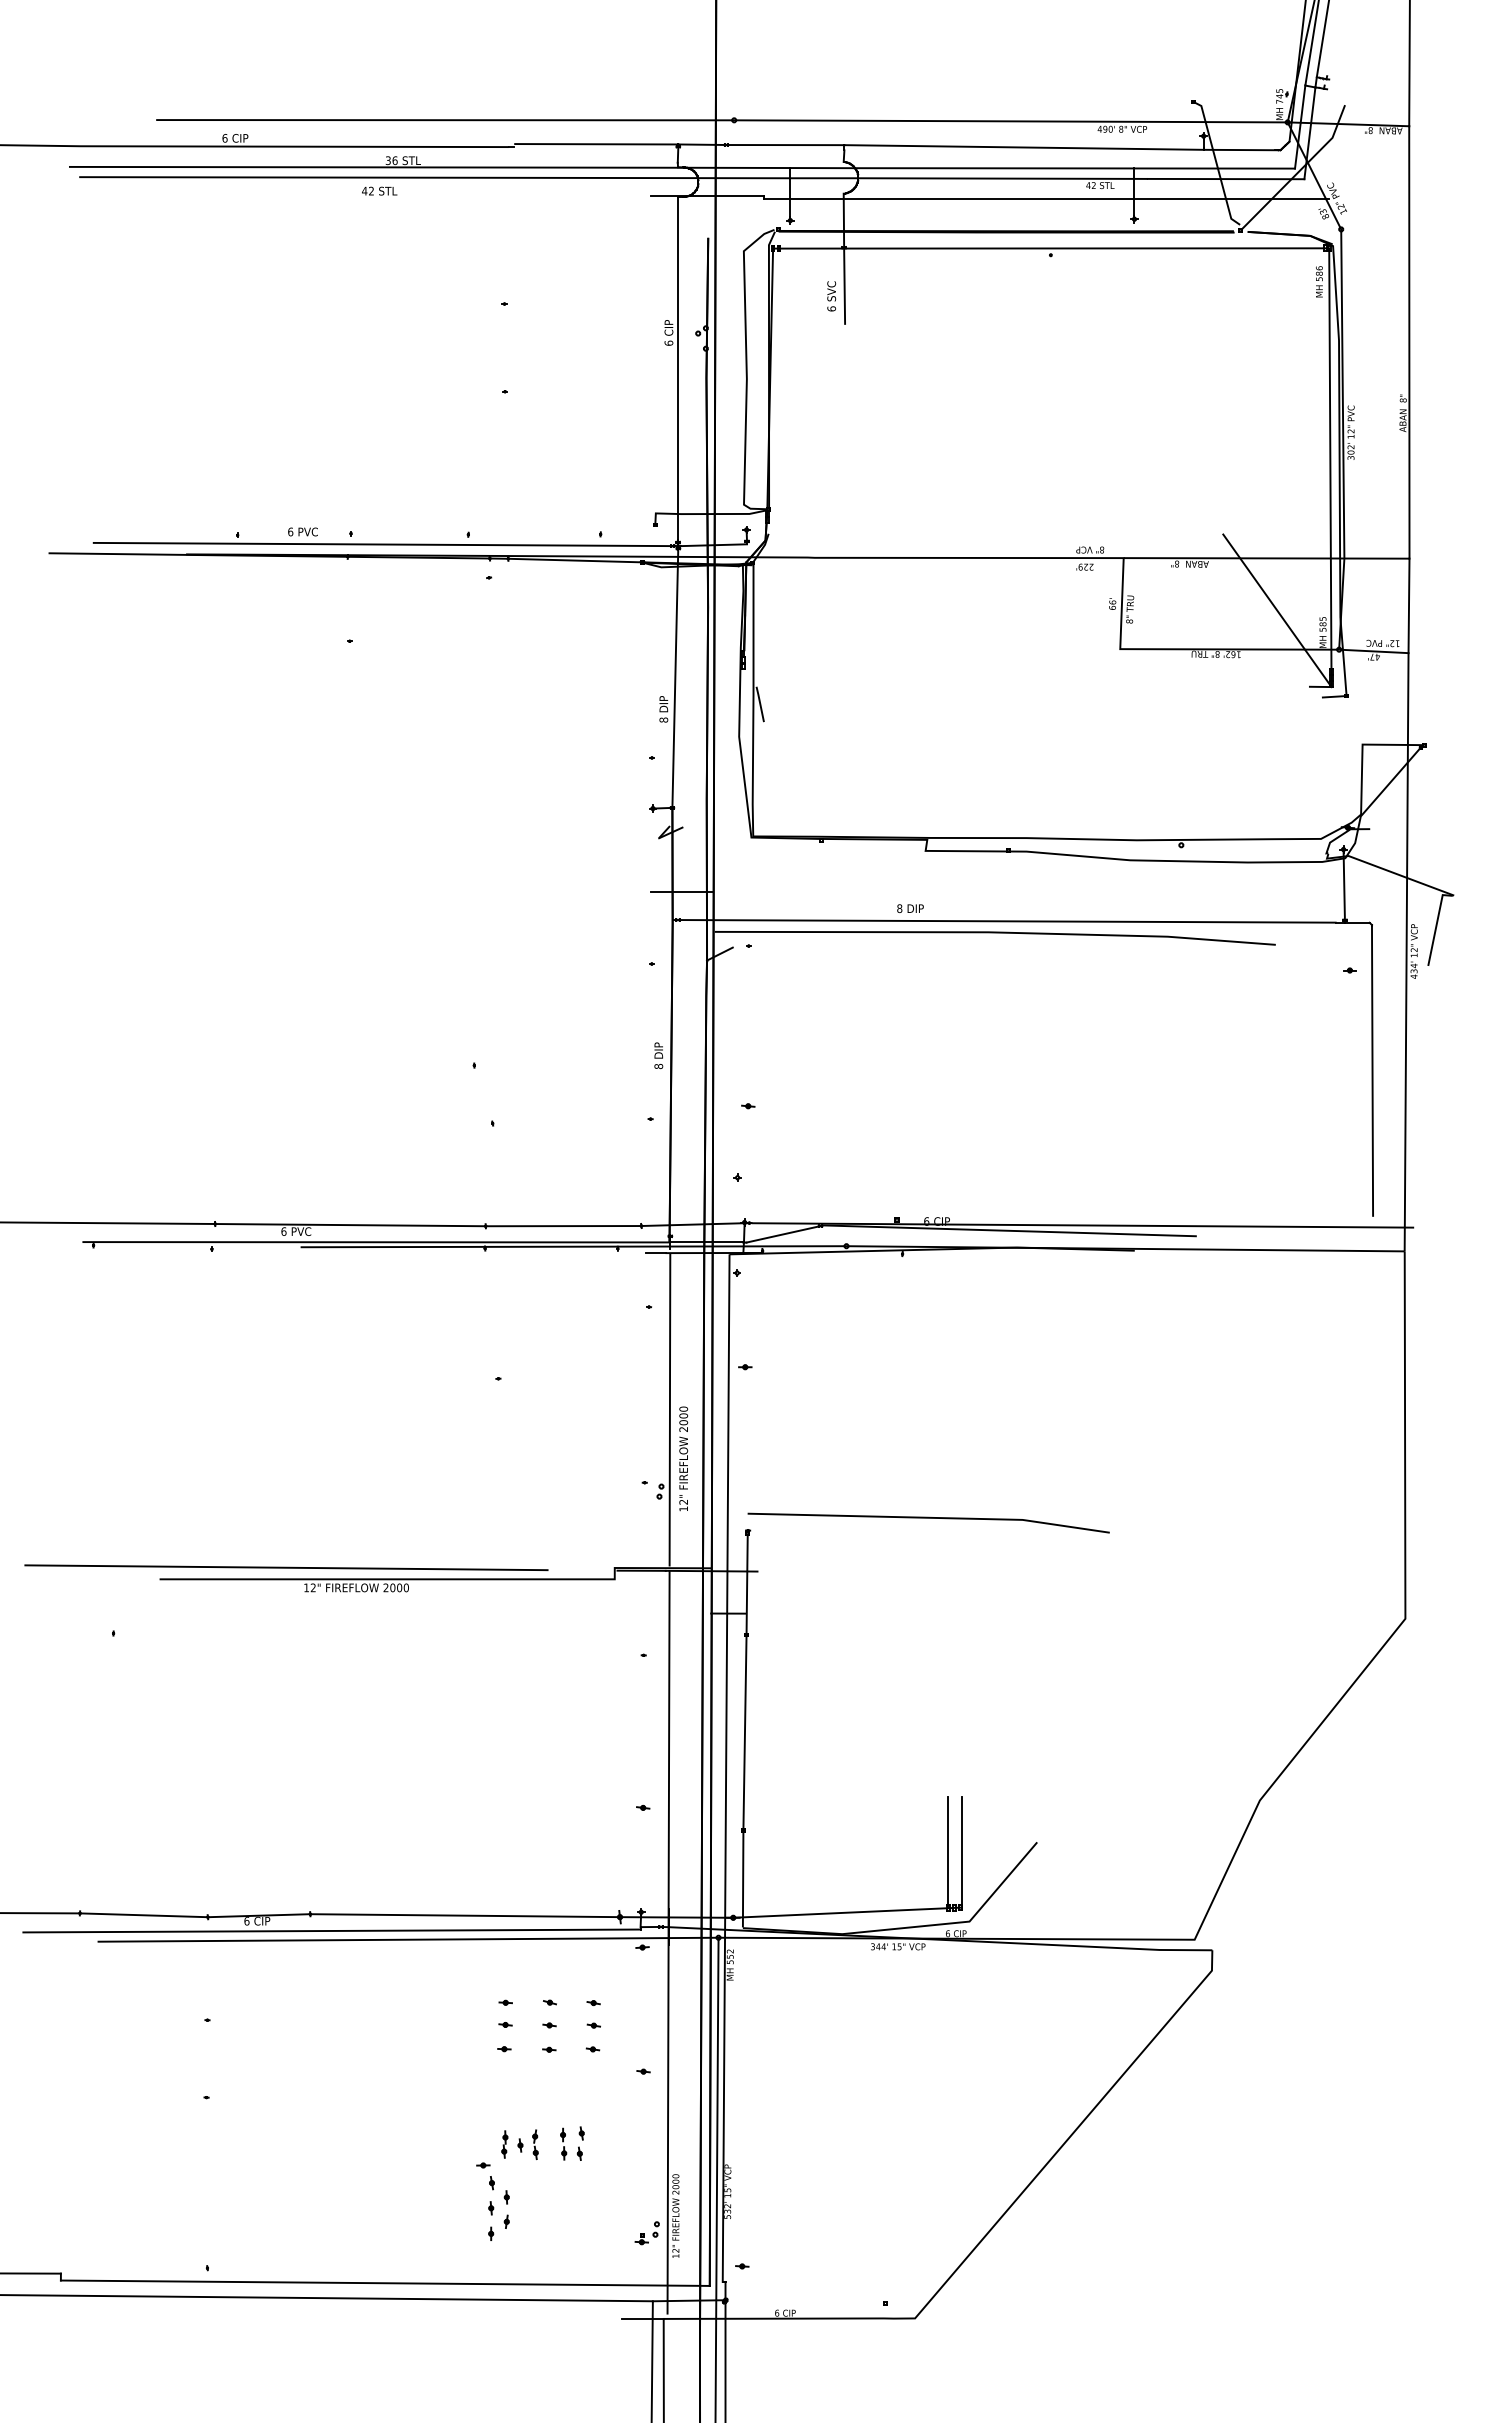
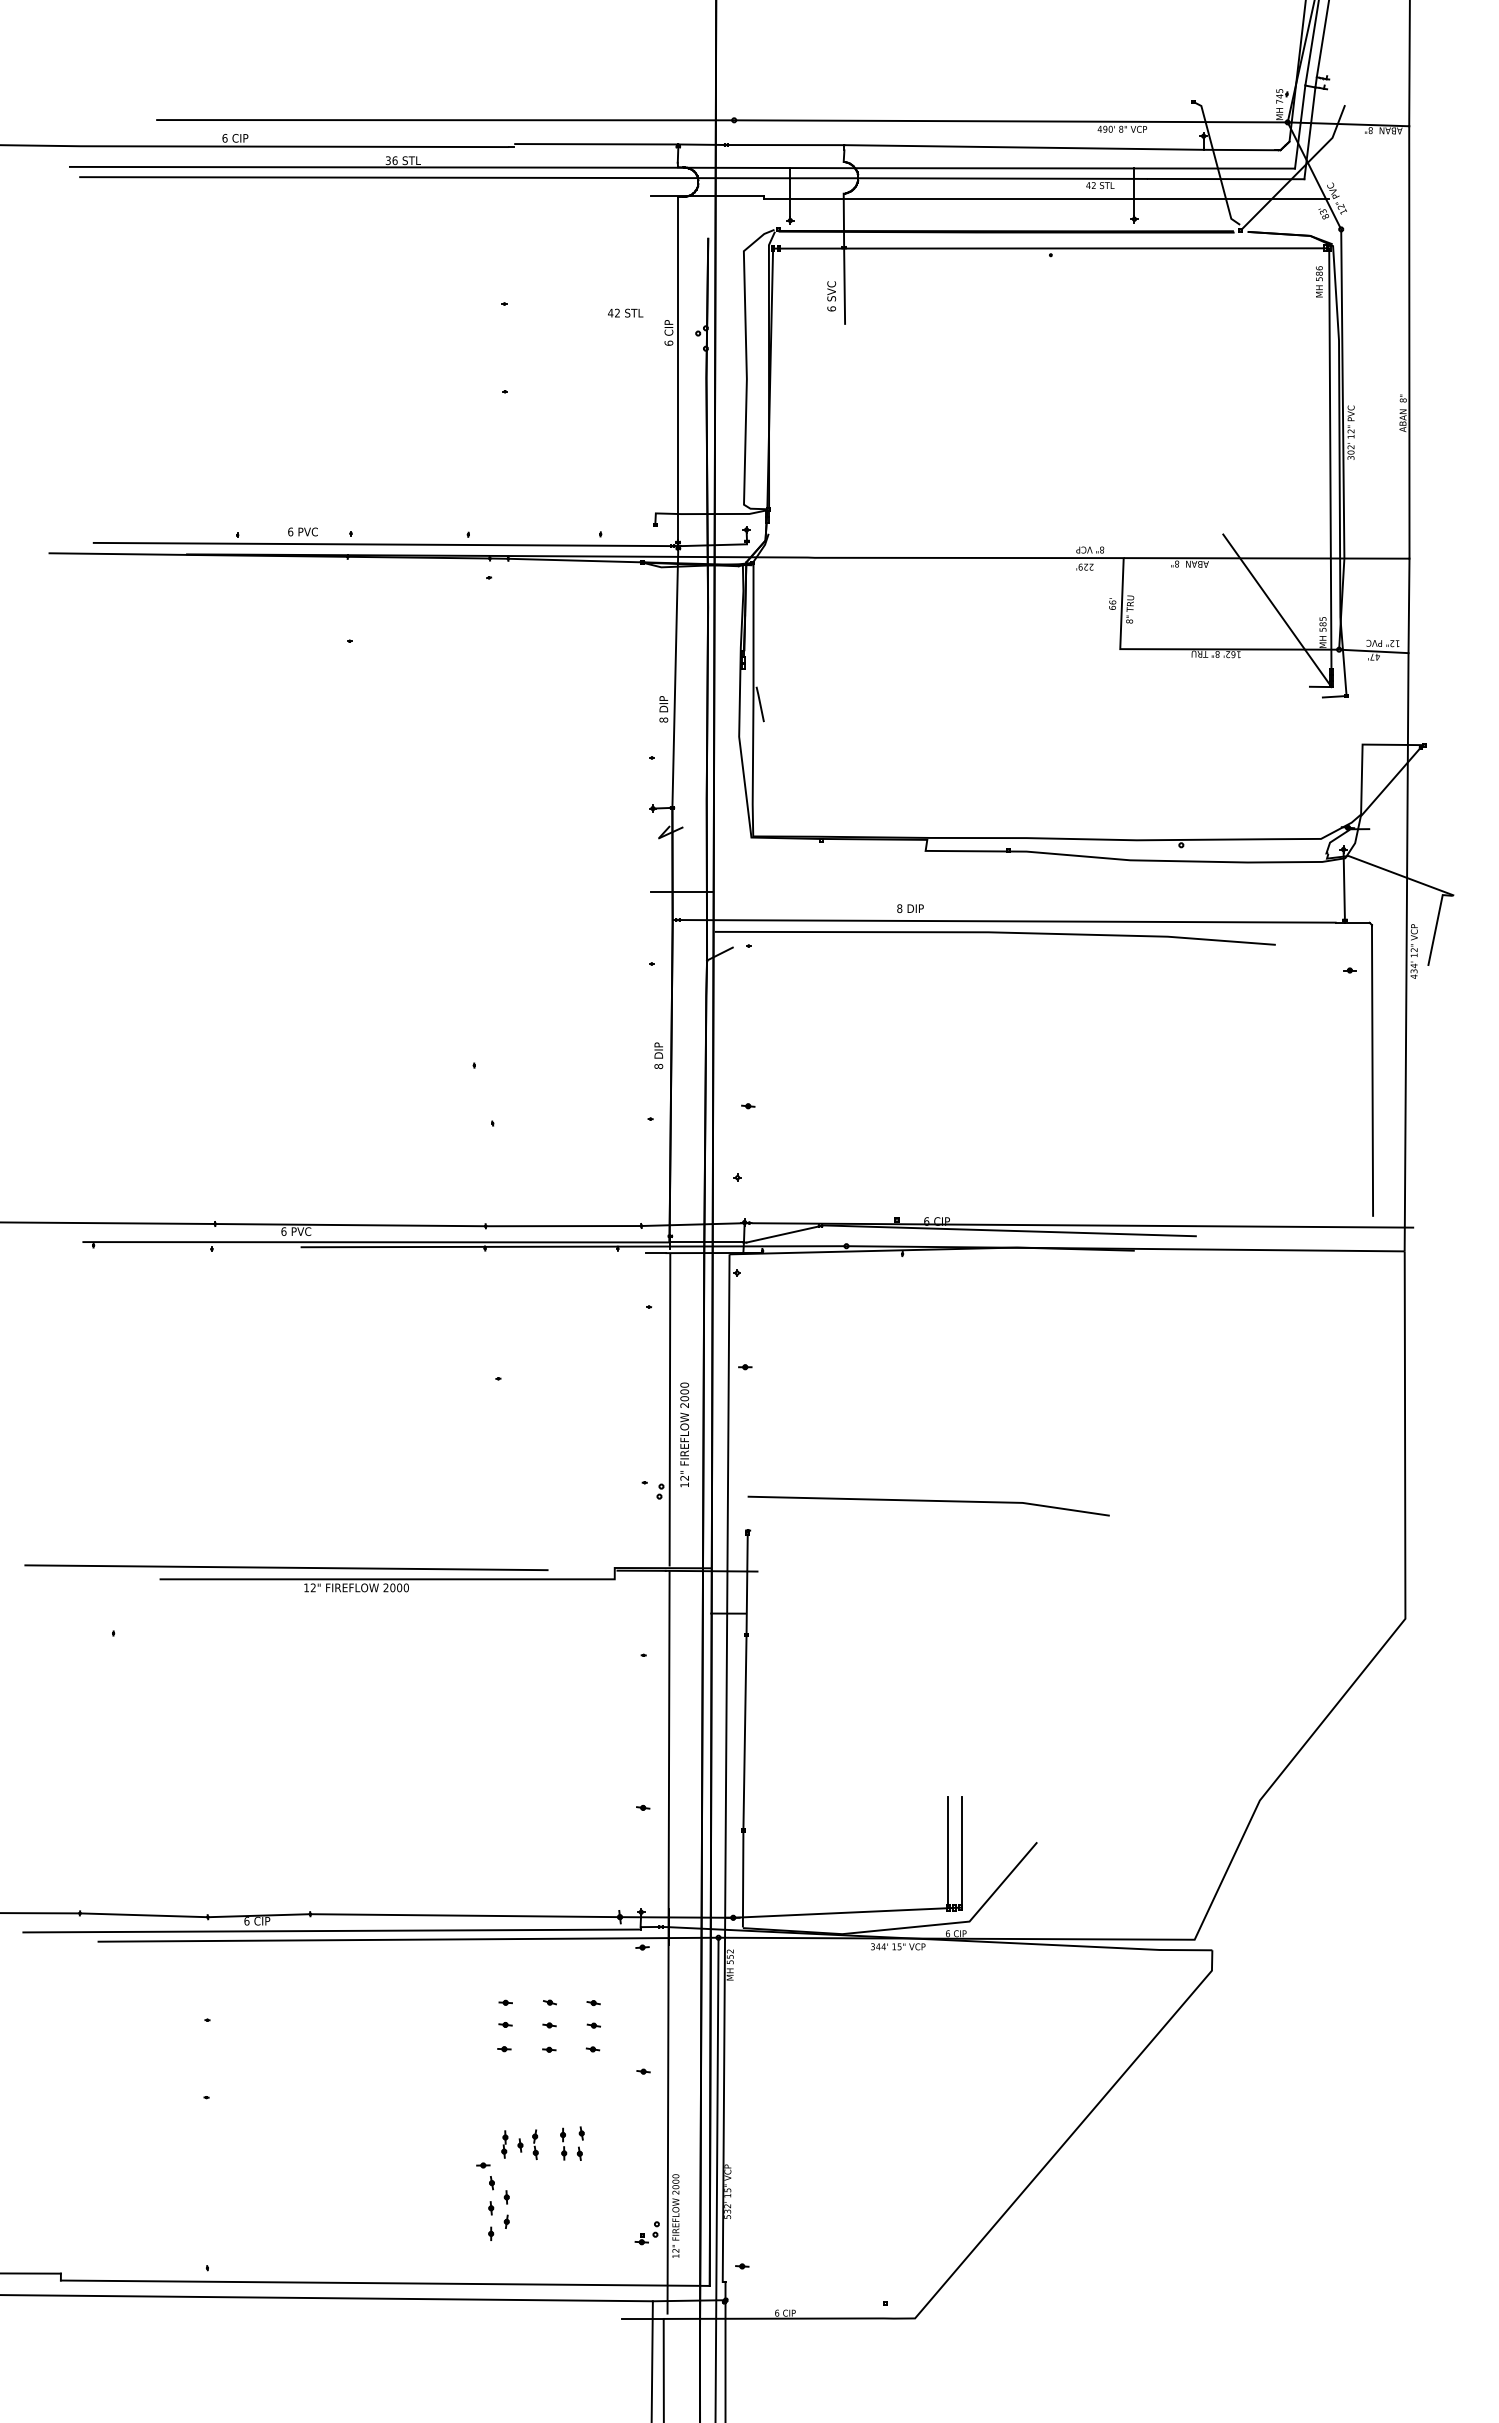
text at (379, 190) position: (379, 190) -> (625, 312)
text at (683, 1458) position: (683, 1458) -> (684, 1434)
line at (928, 1518) position: (928, 1518) -> (928, 1501)
